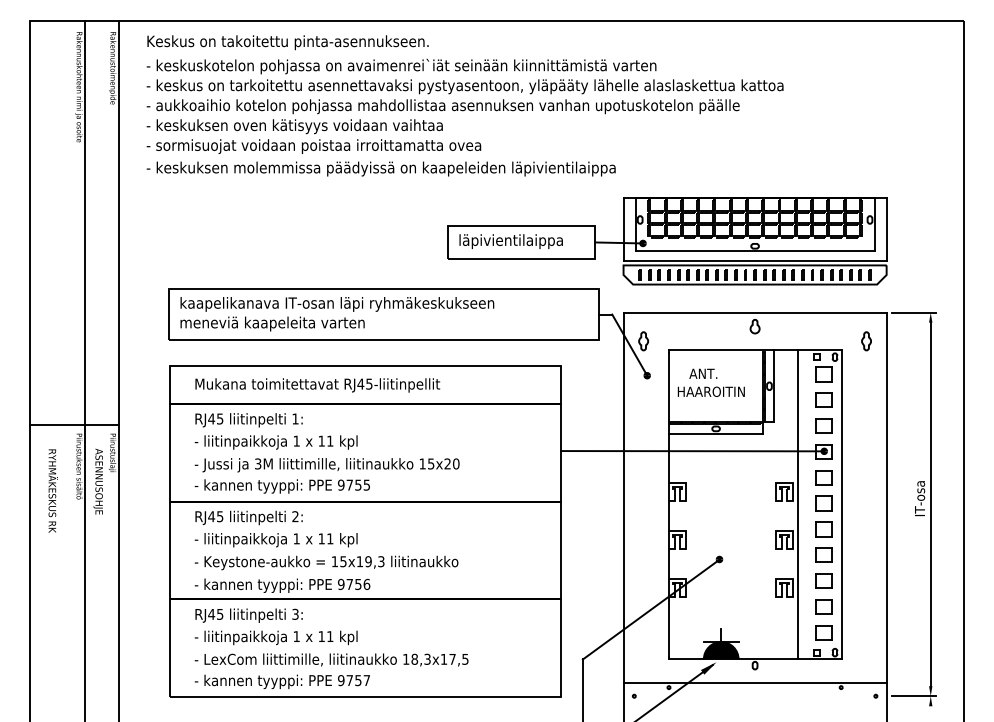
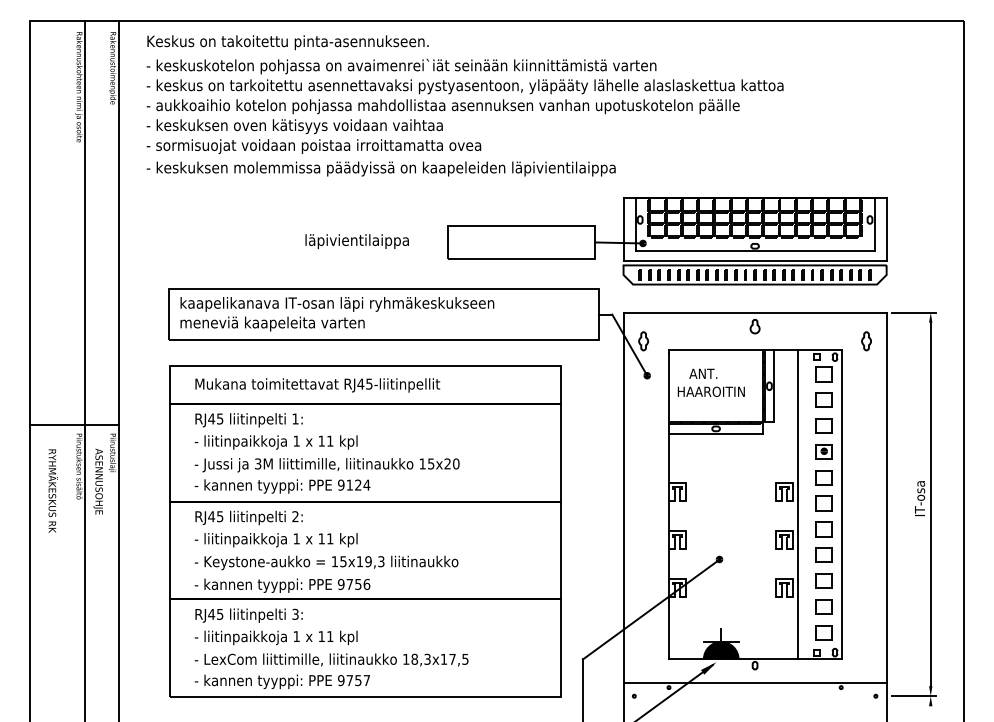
text at (510, 241) position: (510, 241) -> (356, 241)
line at (692, 451): present -> none
text at (358, 484): 9755 -> 9124
